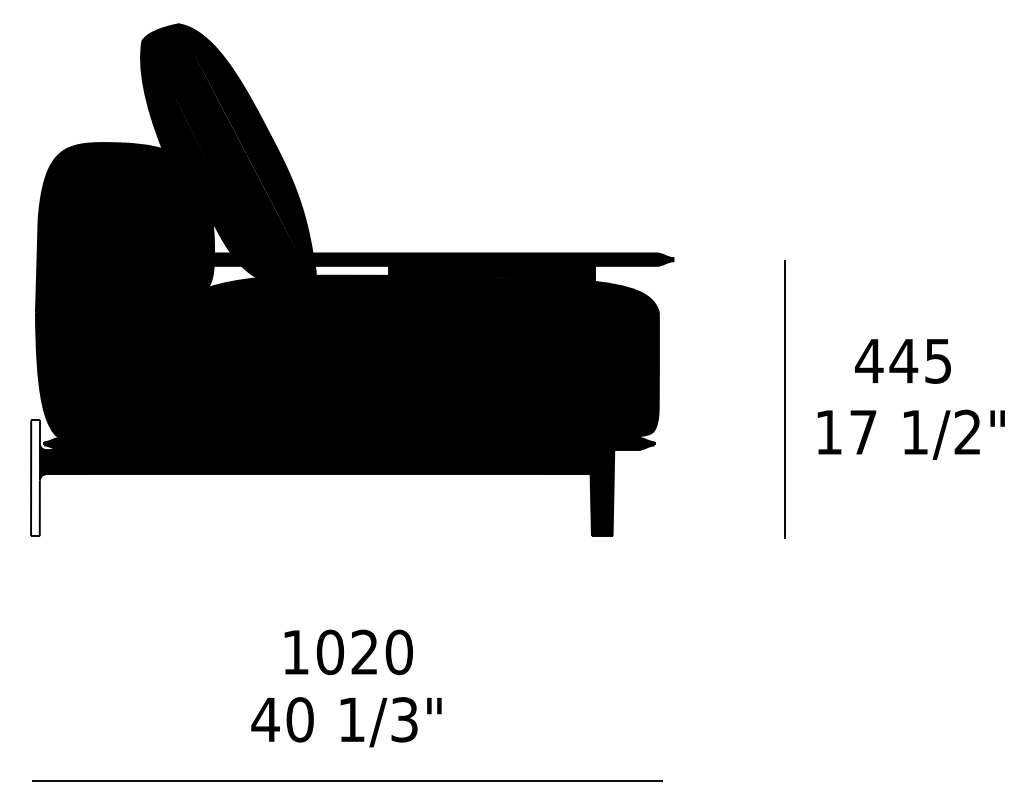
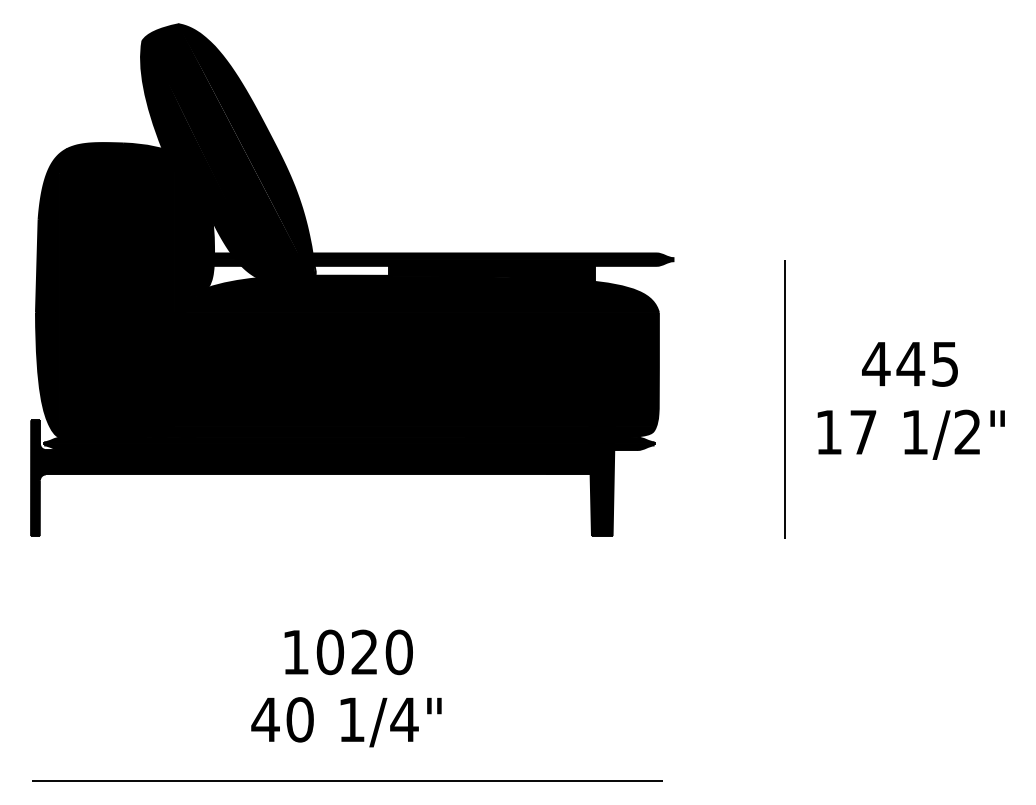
text at (902, 361) position: (902, 361) -> (909, 364)
fill at (35, 478): none -> present
text at (404, 719): 1/3" -> 1/4"
